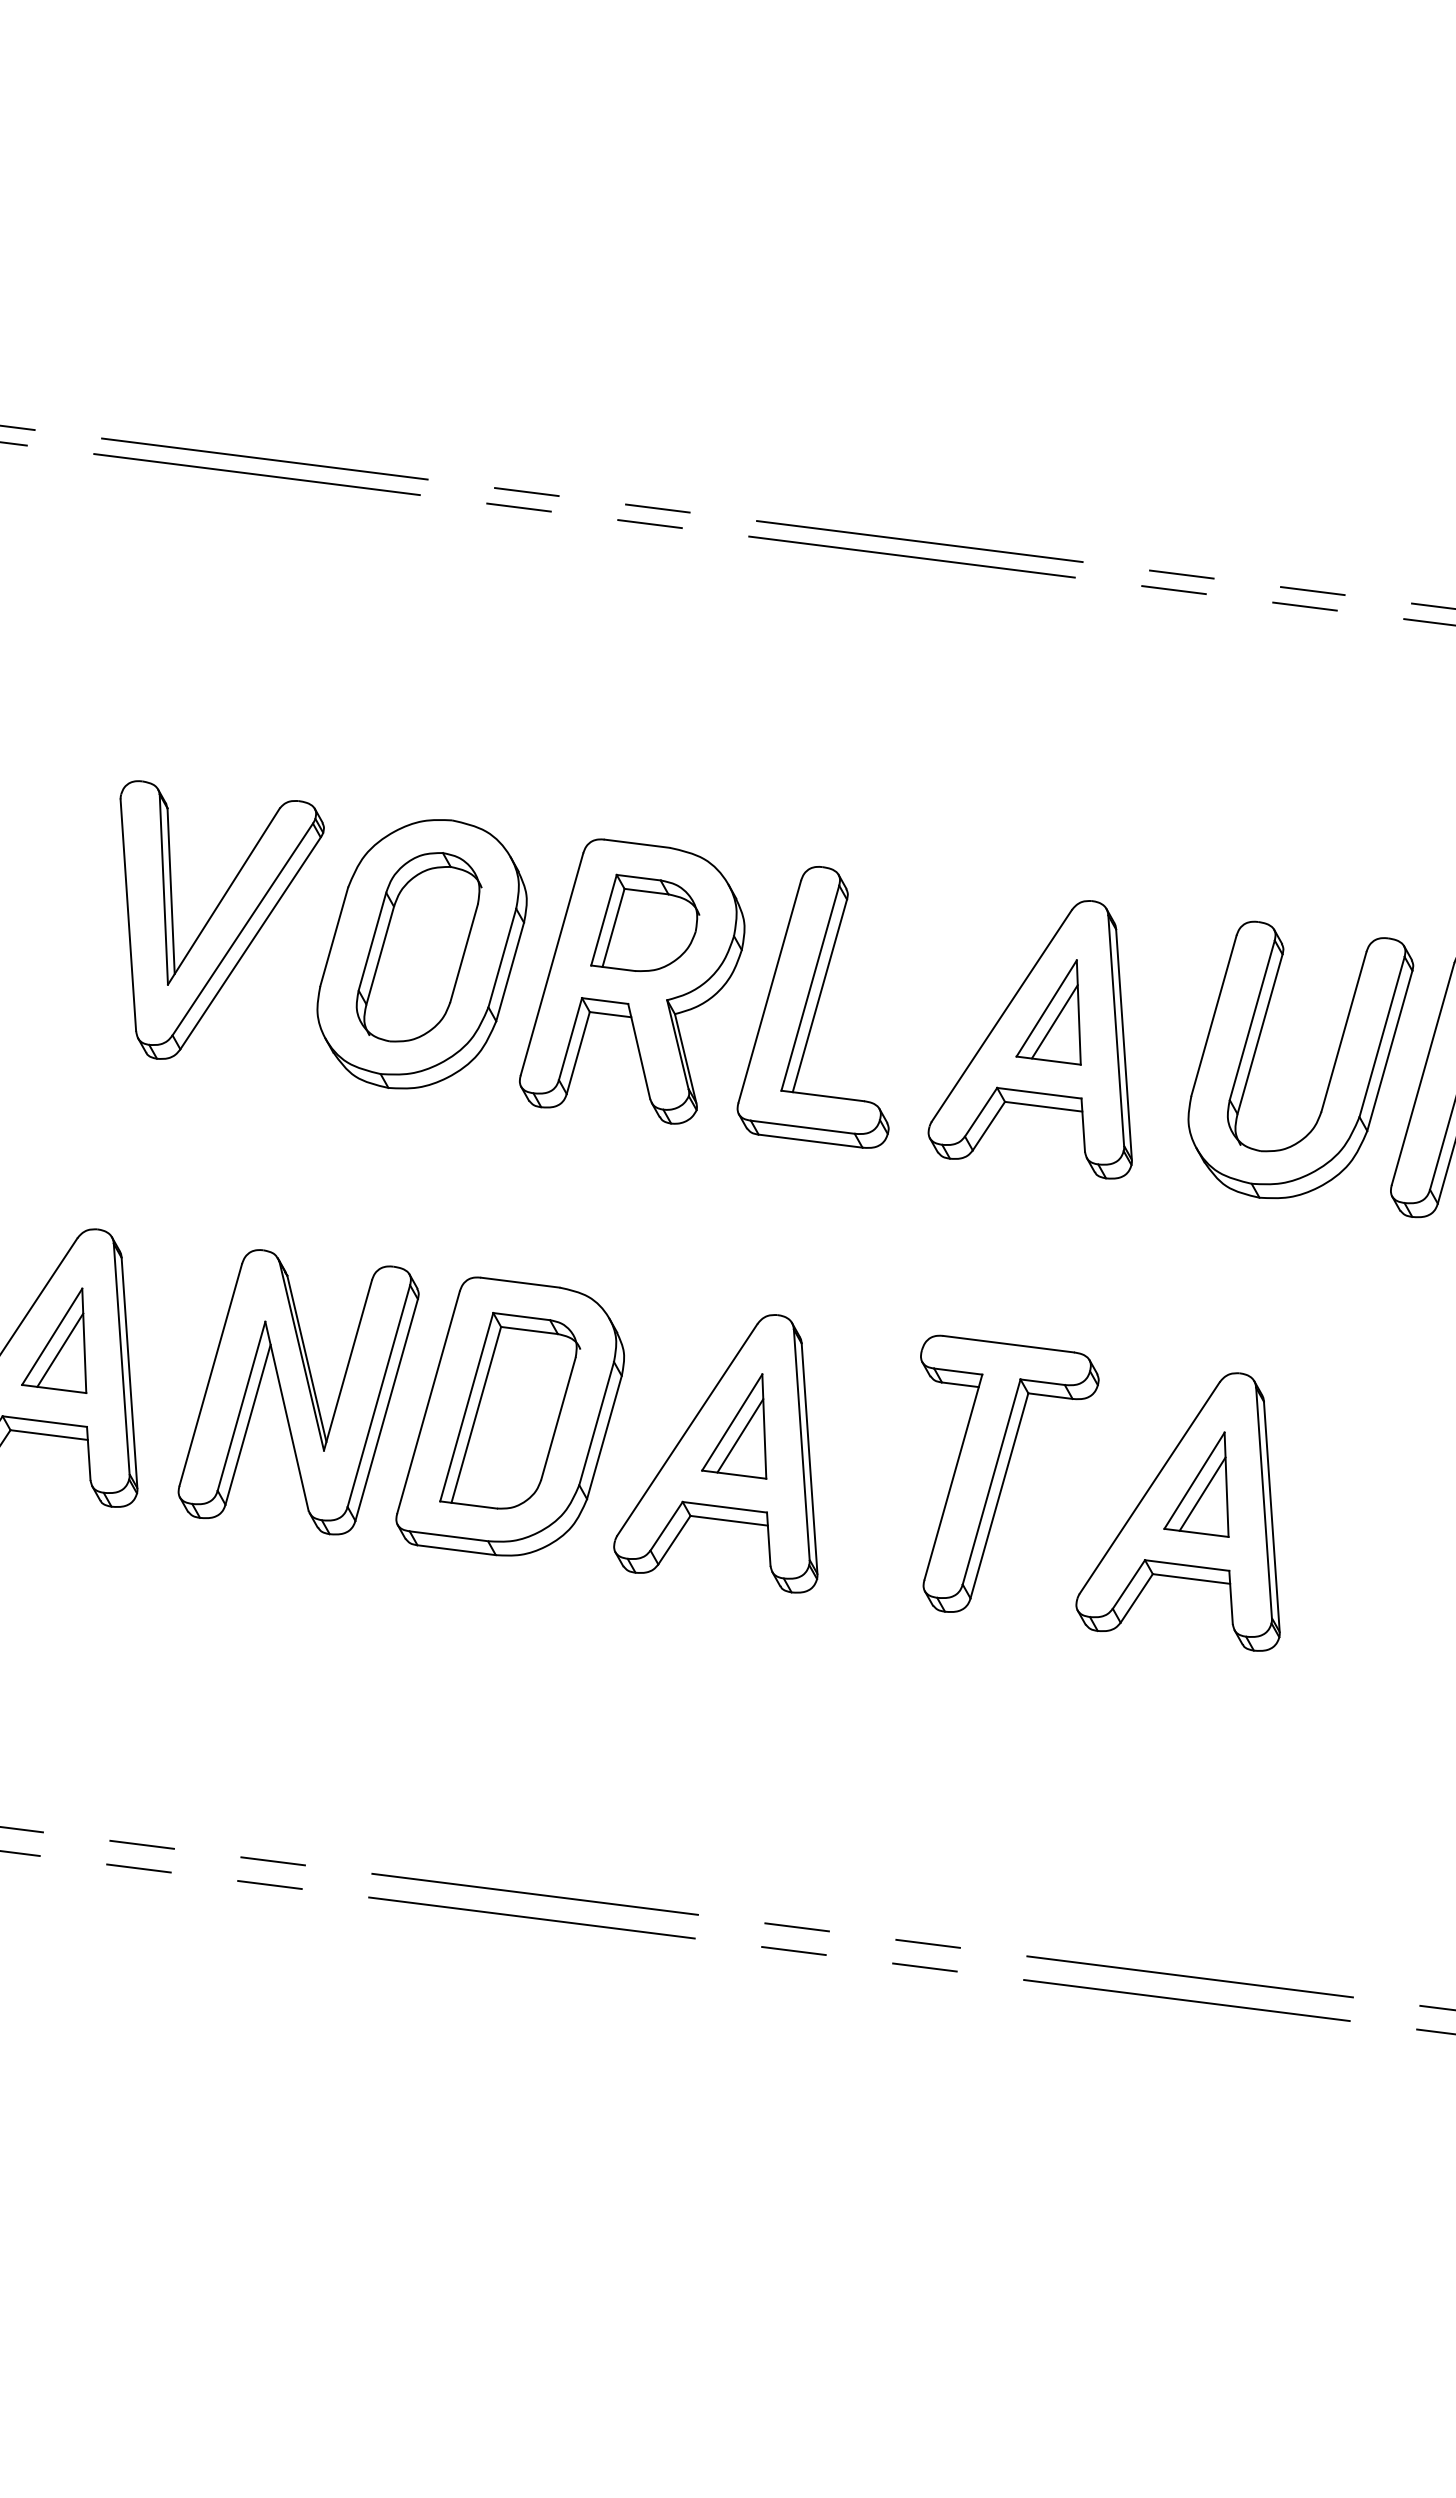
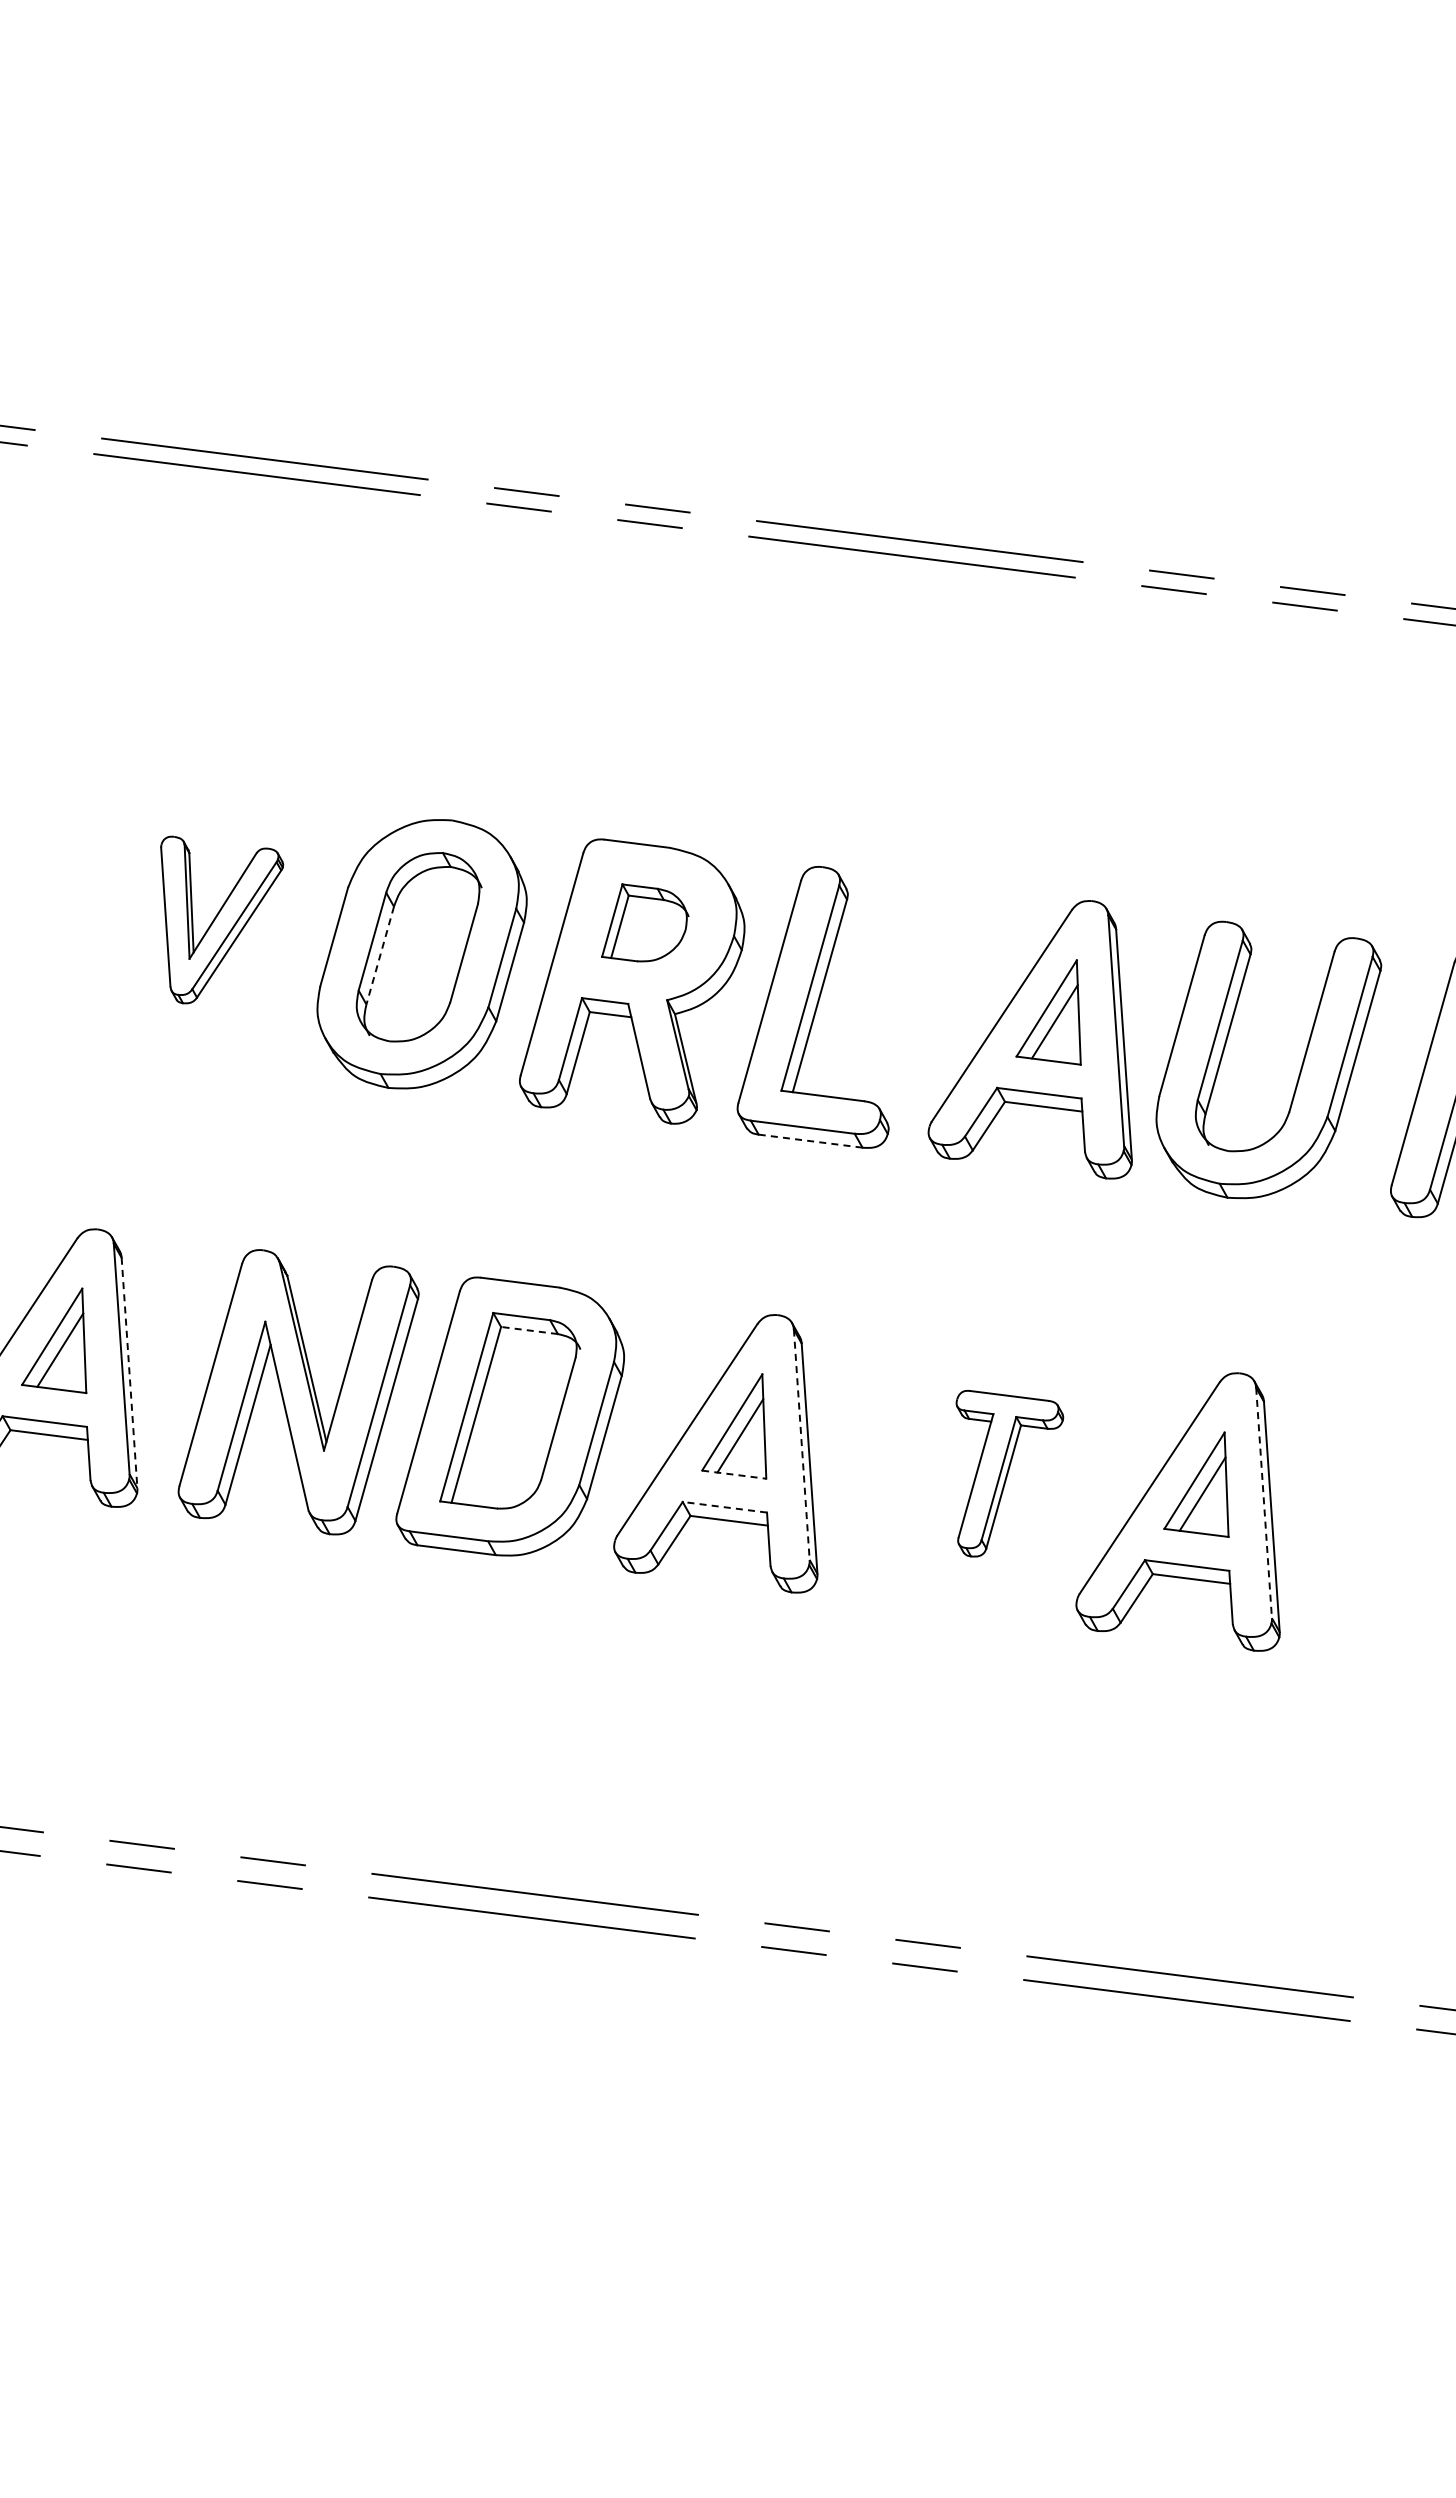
part at (221, 919) size: 206x280 px -> 125x170 px
part at (645, 922) size: 111x99 px -> 89x80 px
line at (380, 955): solid -> dashed
part at (1332, 1068) position: (1332, 1068) -> (1300, 1068)
line at (810, 1141): solid -> dashed
line at (529, 1330): solid -> dashed
line at (129, 1373): solid -> dashed
line at (801, 1445): solid -> dashed
part at (1009, 1473) size: 180x279 px -> 110x168 px
line at (734, 1474): solid -> dashed
line at (1264, 1503): solid -> dashed
line at (724, 1507): solid -> dashed
